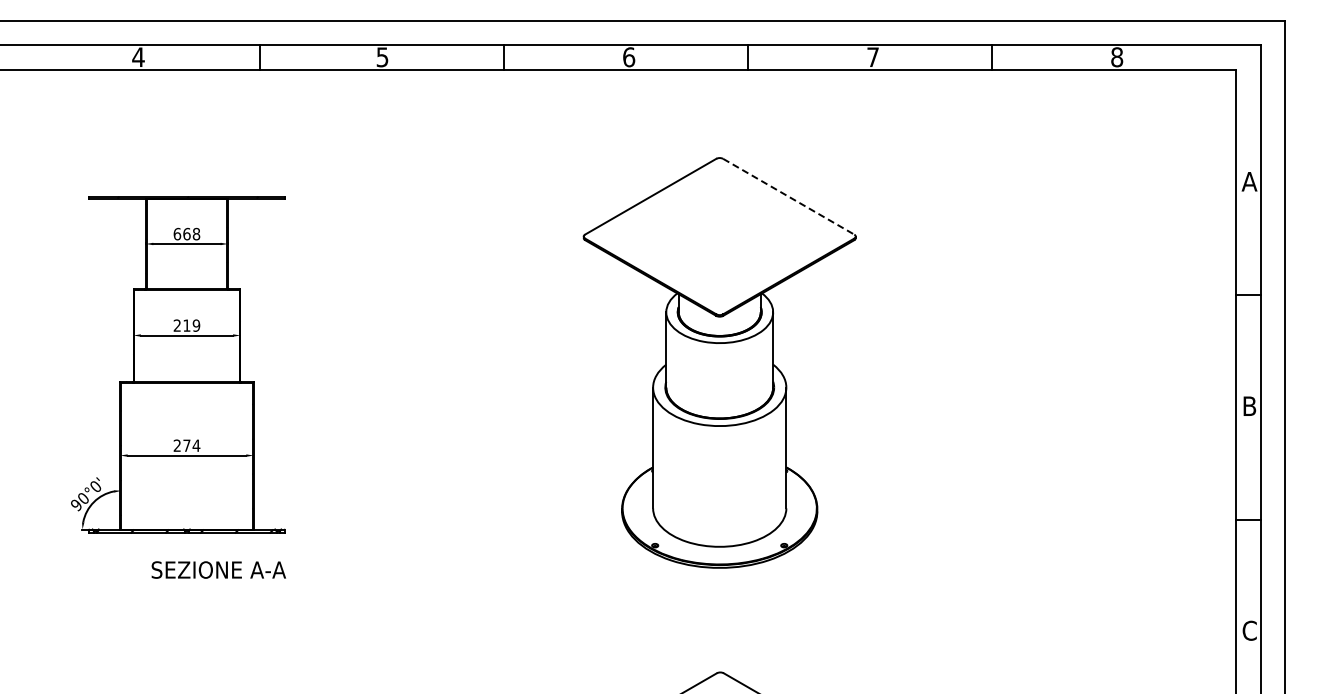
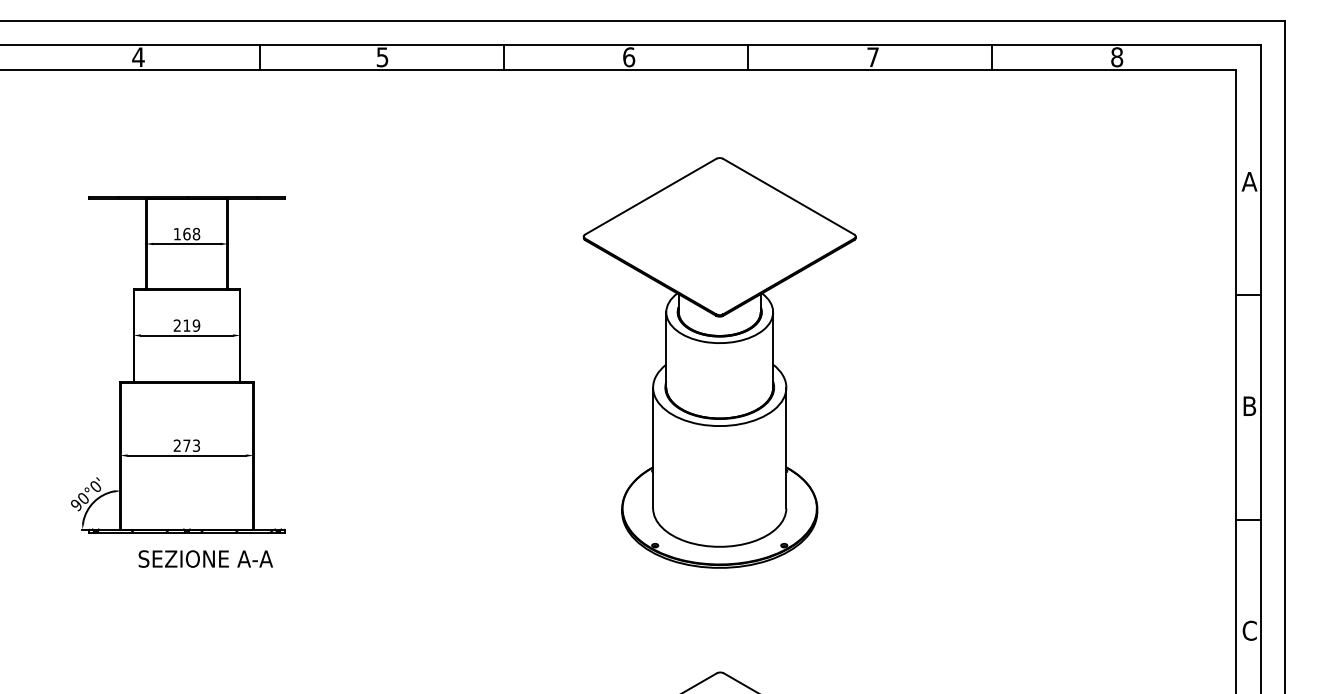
line at (788, 196): dashed -> solid
text at (177, 233): 668 -> 168
text at (196, 445): 274 -> 273
text at (218, 569) position: (218, 569) -> (205, 558)
